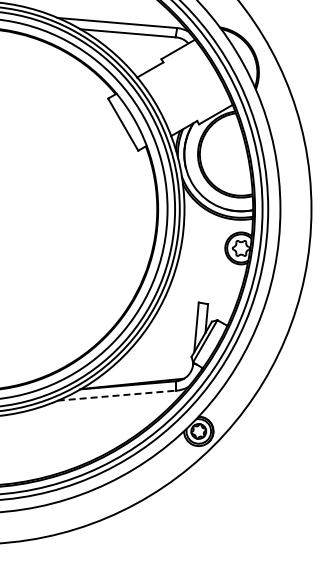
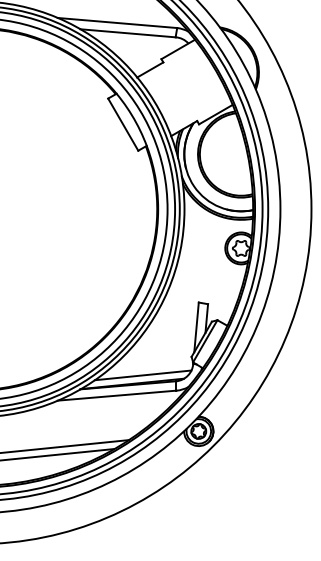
line at (142, 375): none -> present
line at (117, 395): dashed -> solid
line at (65, 446): none -> present
line at (58, 454): none -> present
